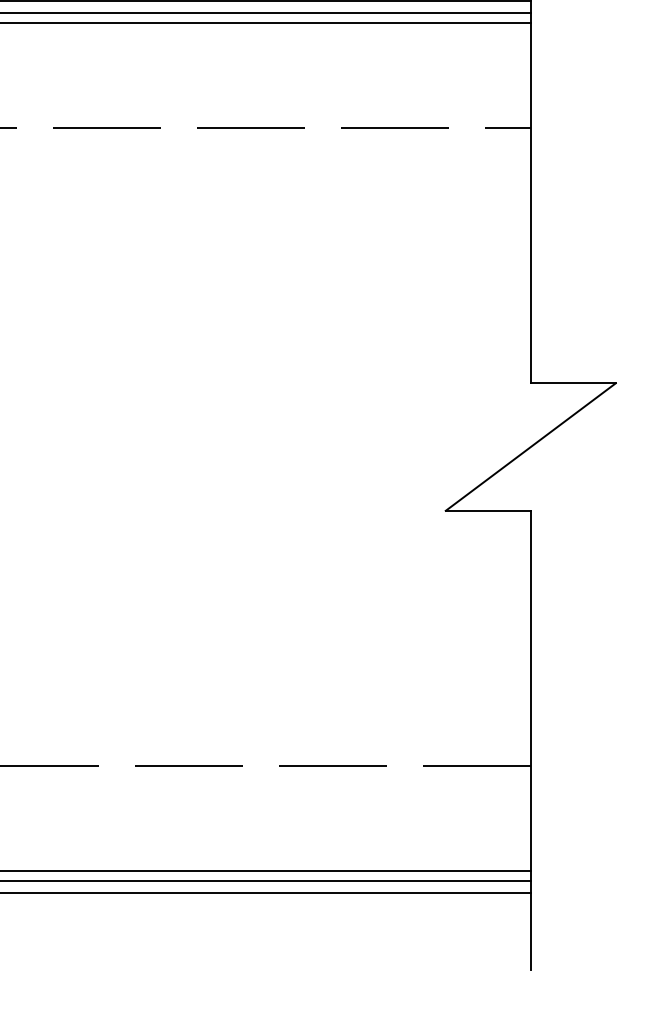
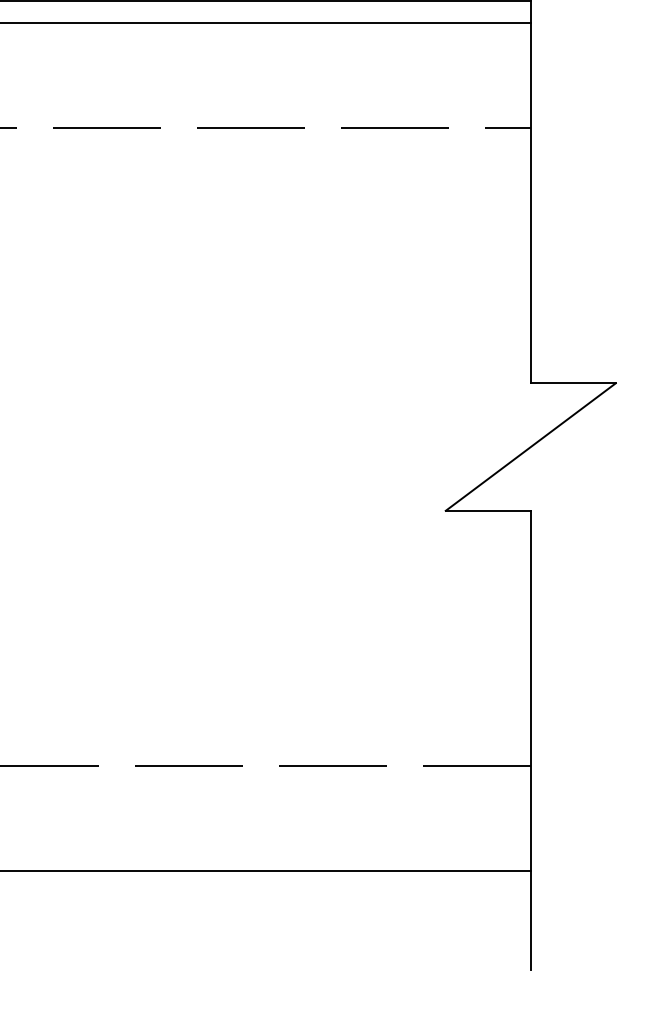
line at (266, 13): present -> none
line at (266, 880): present -> none
line at (266, 893): present -> none
